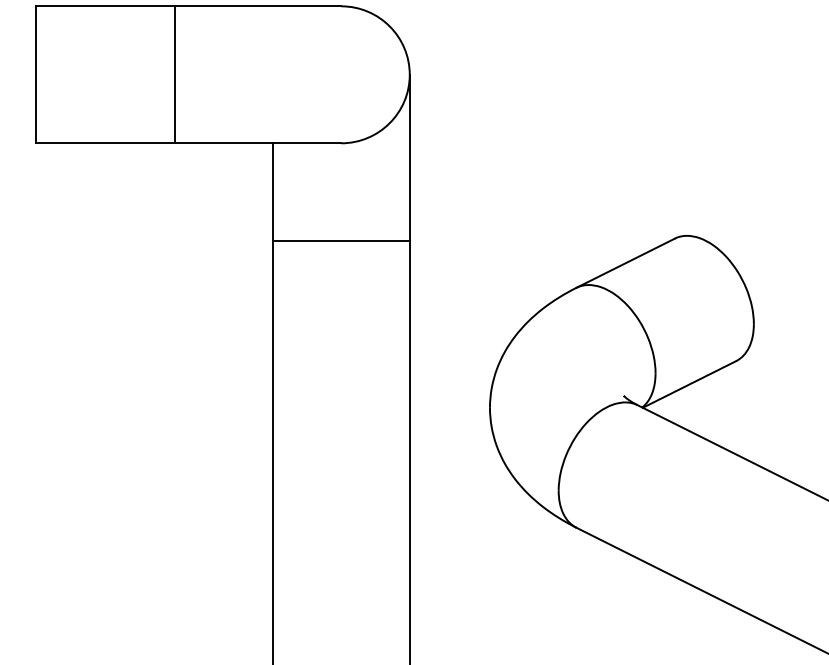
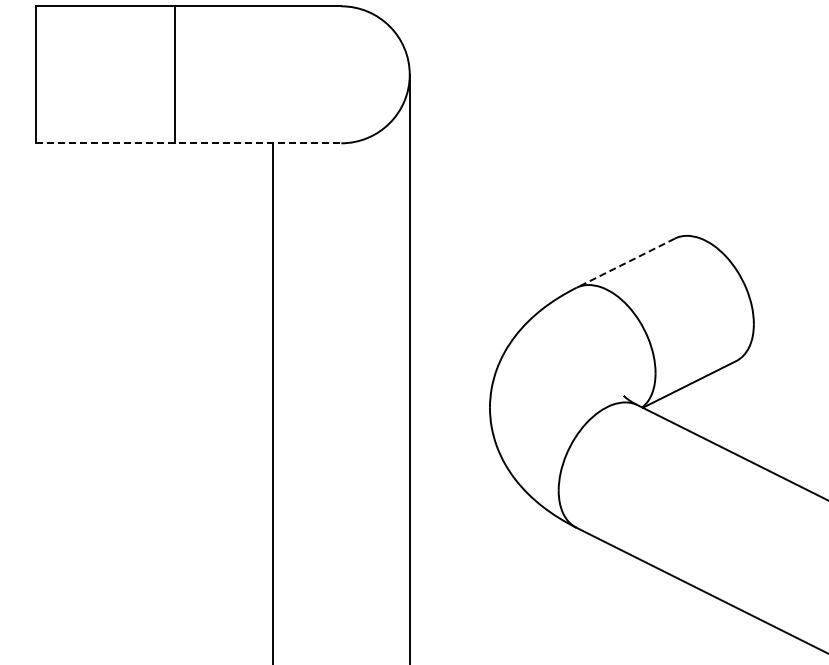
line at (188, 143): solid -> dashed
line at (340, 240): present -> none
line at (625, 263): solid -> dashed
